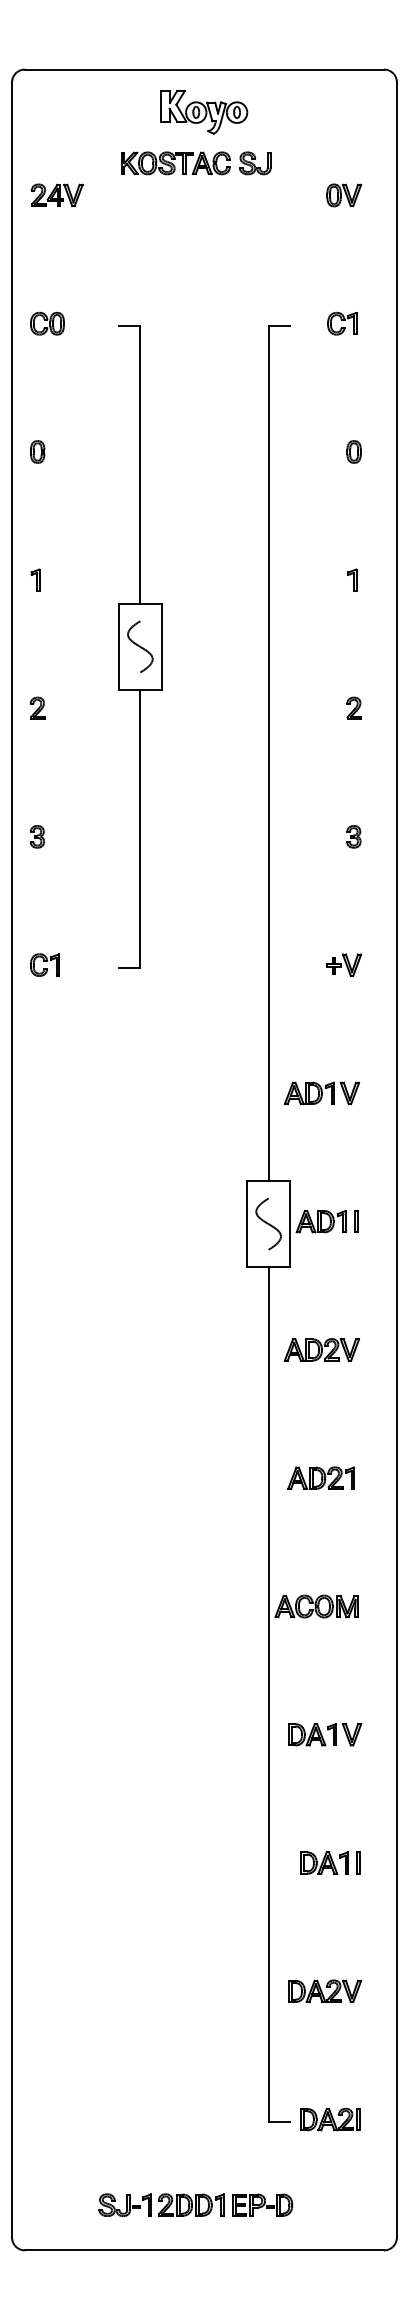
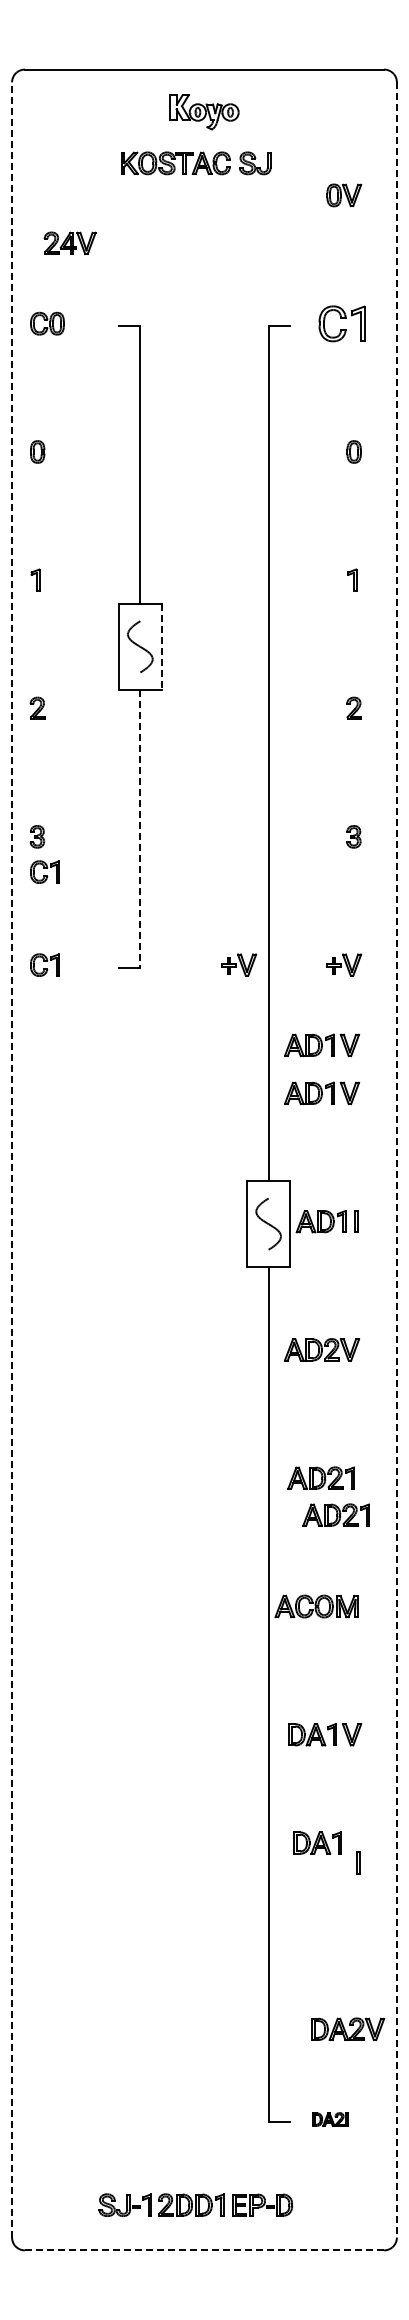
part at (204, 111) size: 89x46 px -> 71x37 px
part at (56, 194) position: (56, 194) -> (69, 242)
part at (342, 323) size: 31x25 px -> 48x38 px
line at (161, 646): solid -> dashed
line at (140, 828): solid -> dashed
part at (44, 871): none -> present
part at (239, 964): none -> present
part at (321, 1045): none -> present
line at (12, 1159): solid -> dashed
line at (396, 1159): solid -> dashed
part at (335, 1514): none -> present
part at (324, 1862) position: (324, 1862) -> (317, 1842)
part at (325, 1990) position: (325, 1990) -> (348, 2028)
part at (330, 2119) size: 61x25 px -> 37x15 px
line at (204, 2250): solid -> dashed
